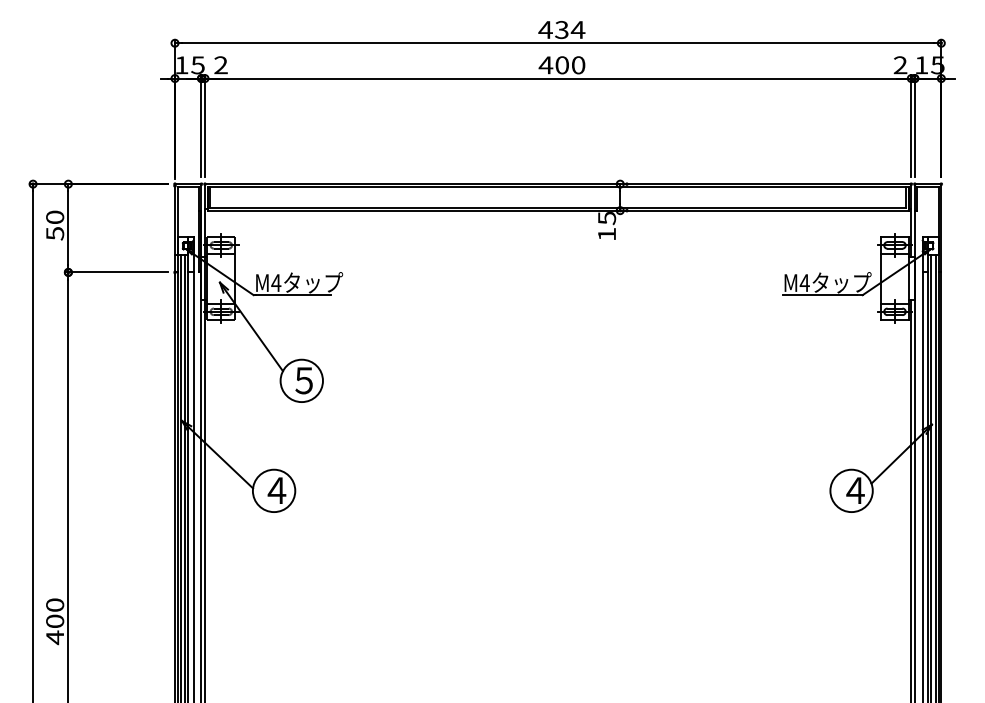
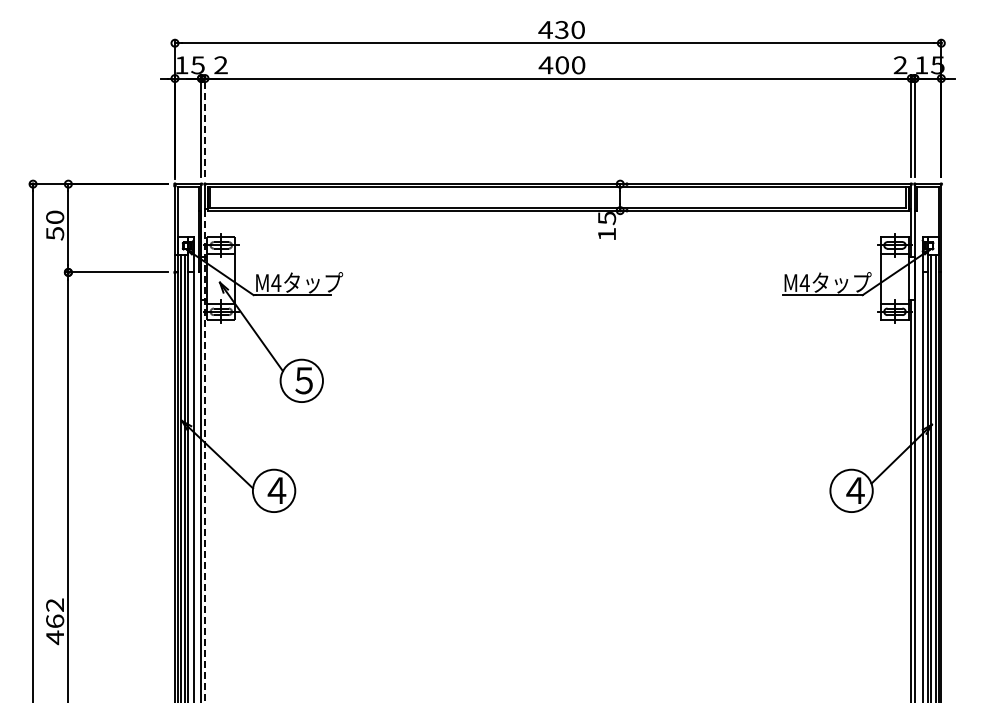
text at (577, 30): 434 -> 430
line at (205, 125): solid -> dashed
line at (205, 455): solid -> dashed
text at (55, 612): 400 -> 462
